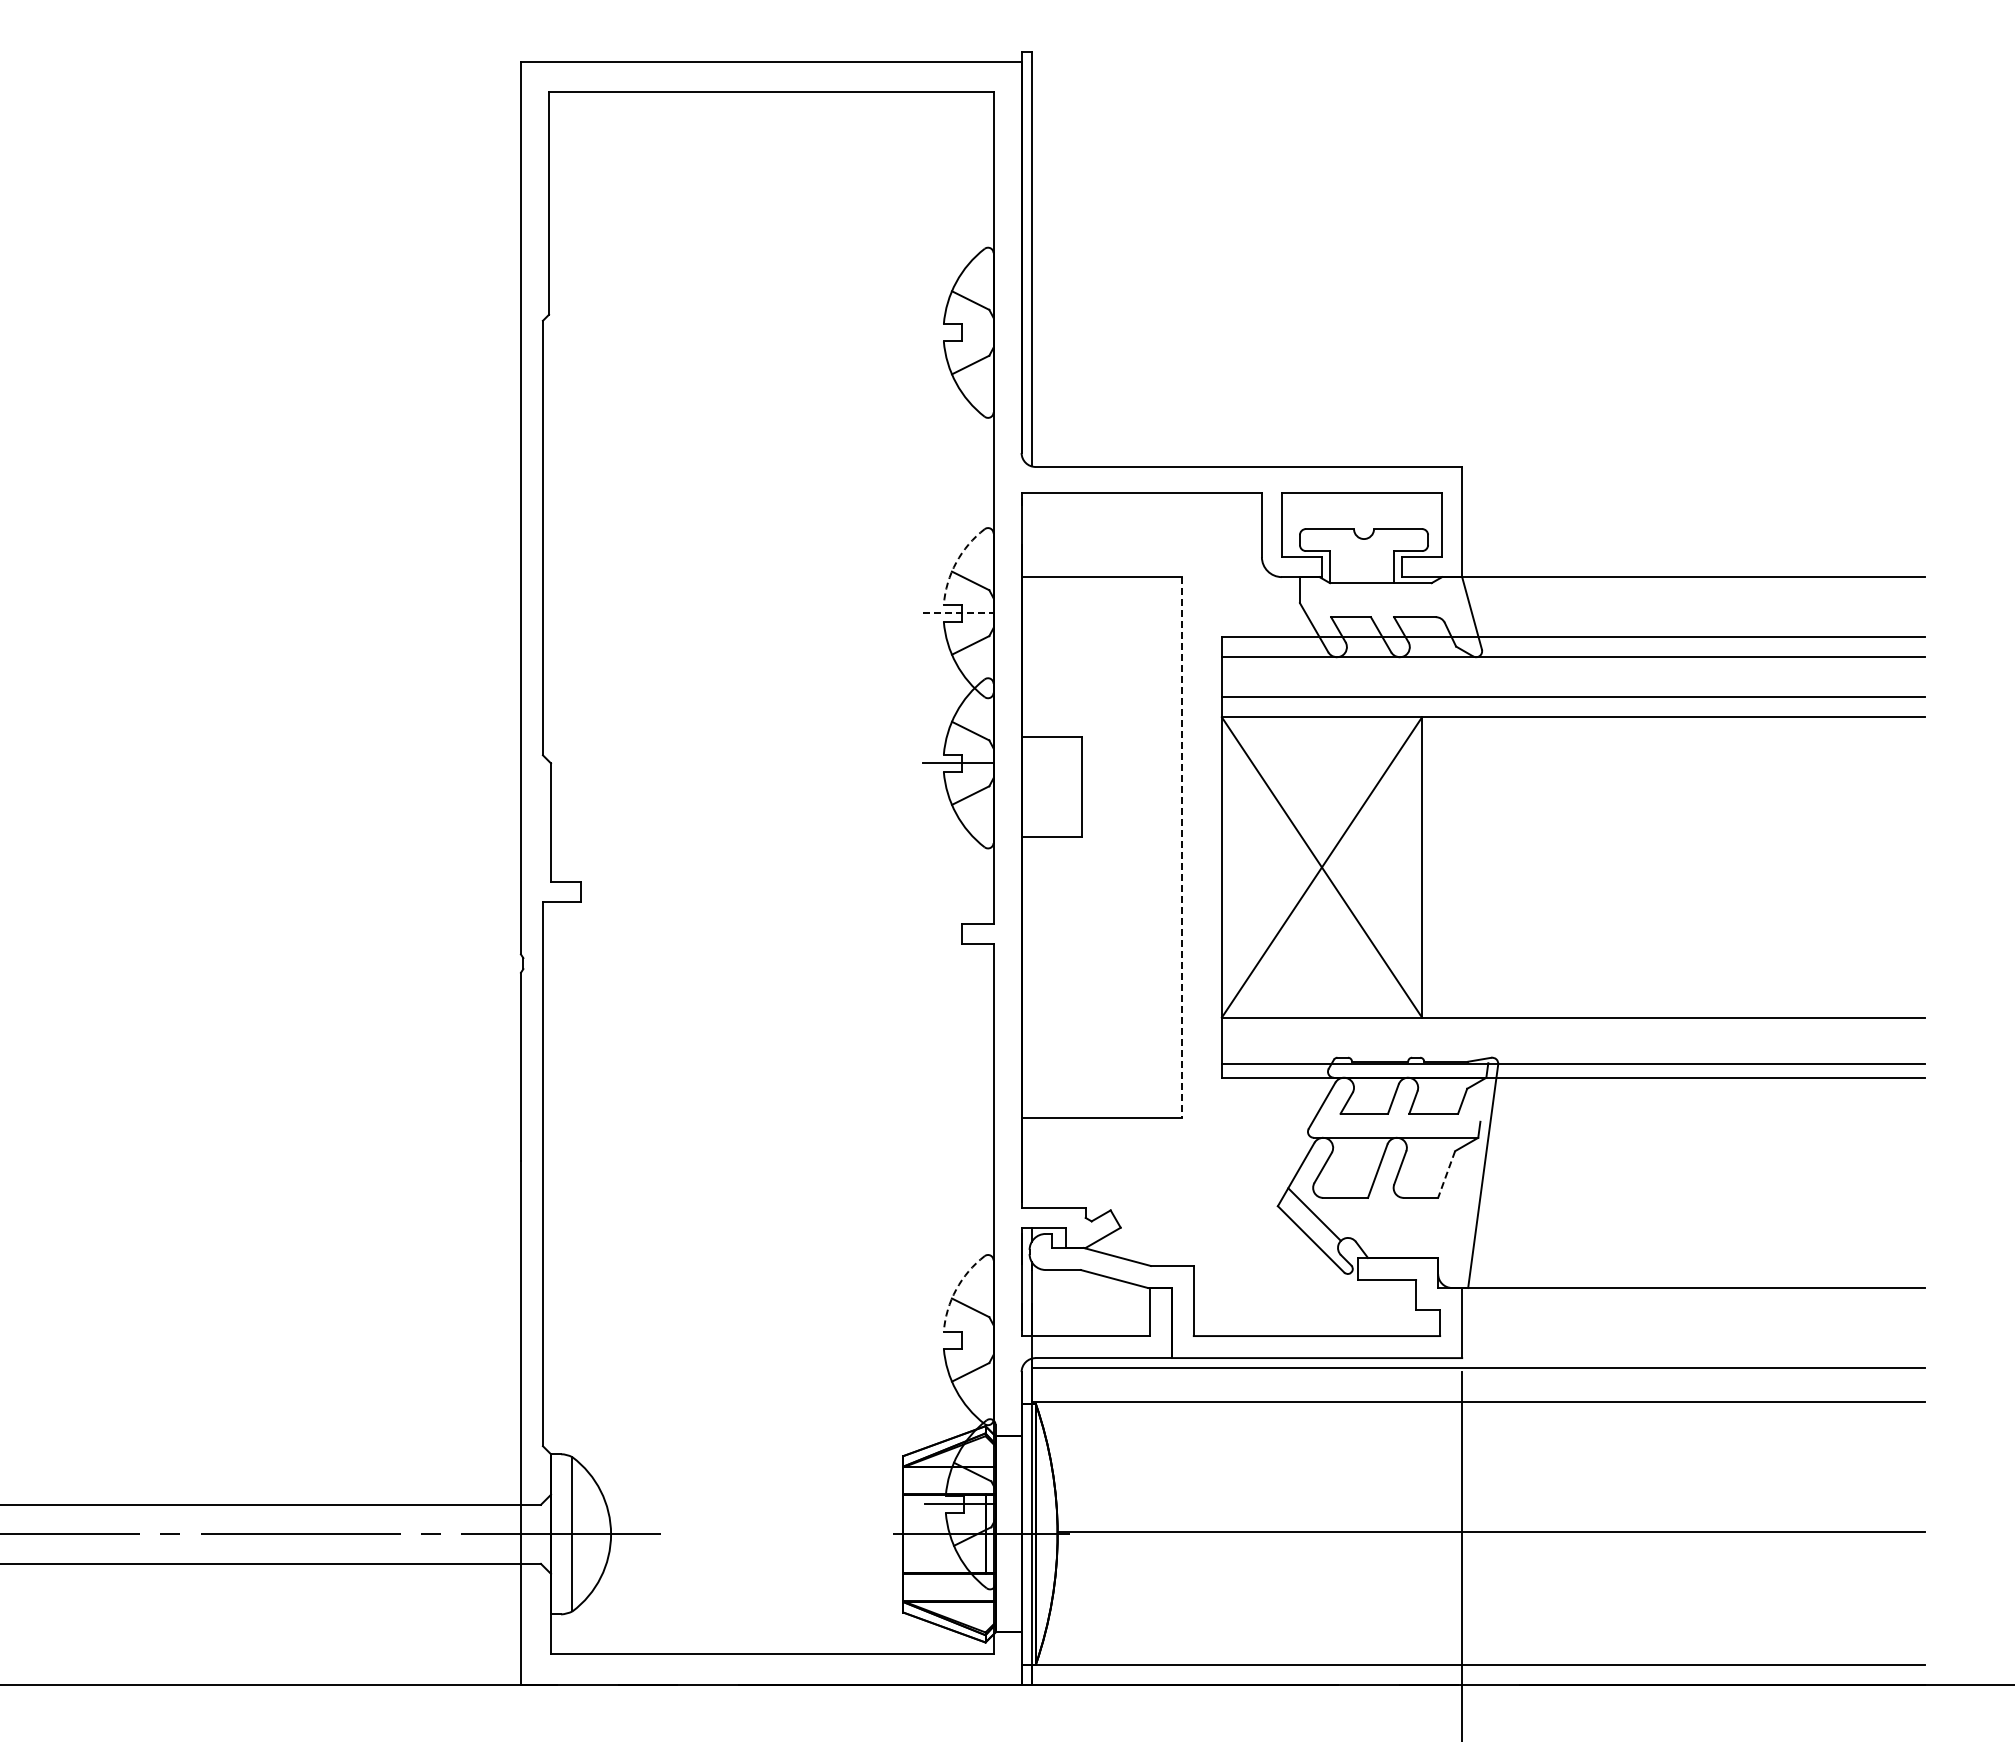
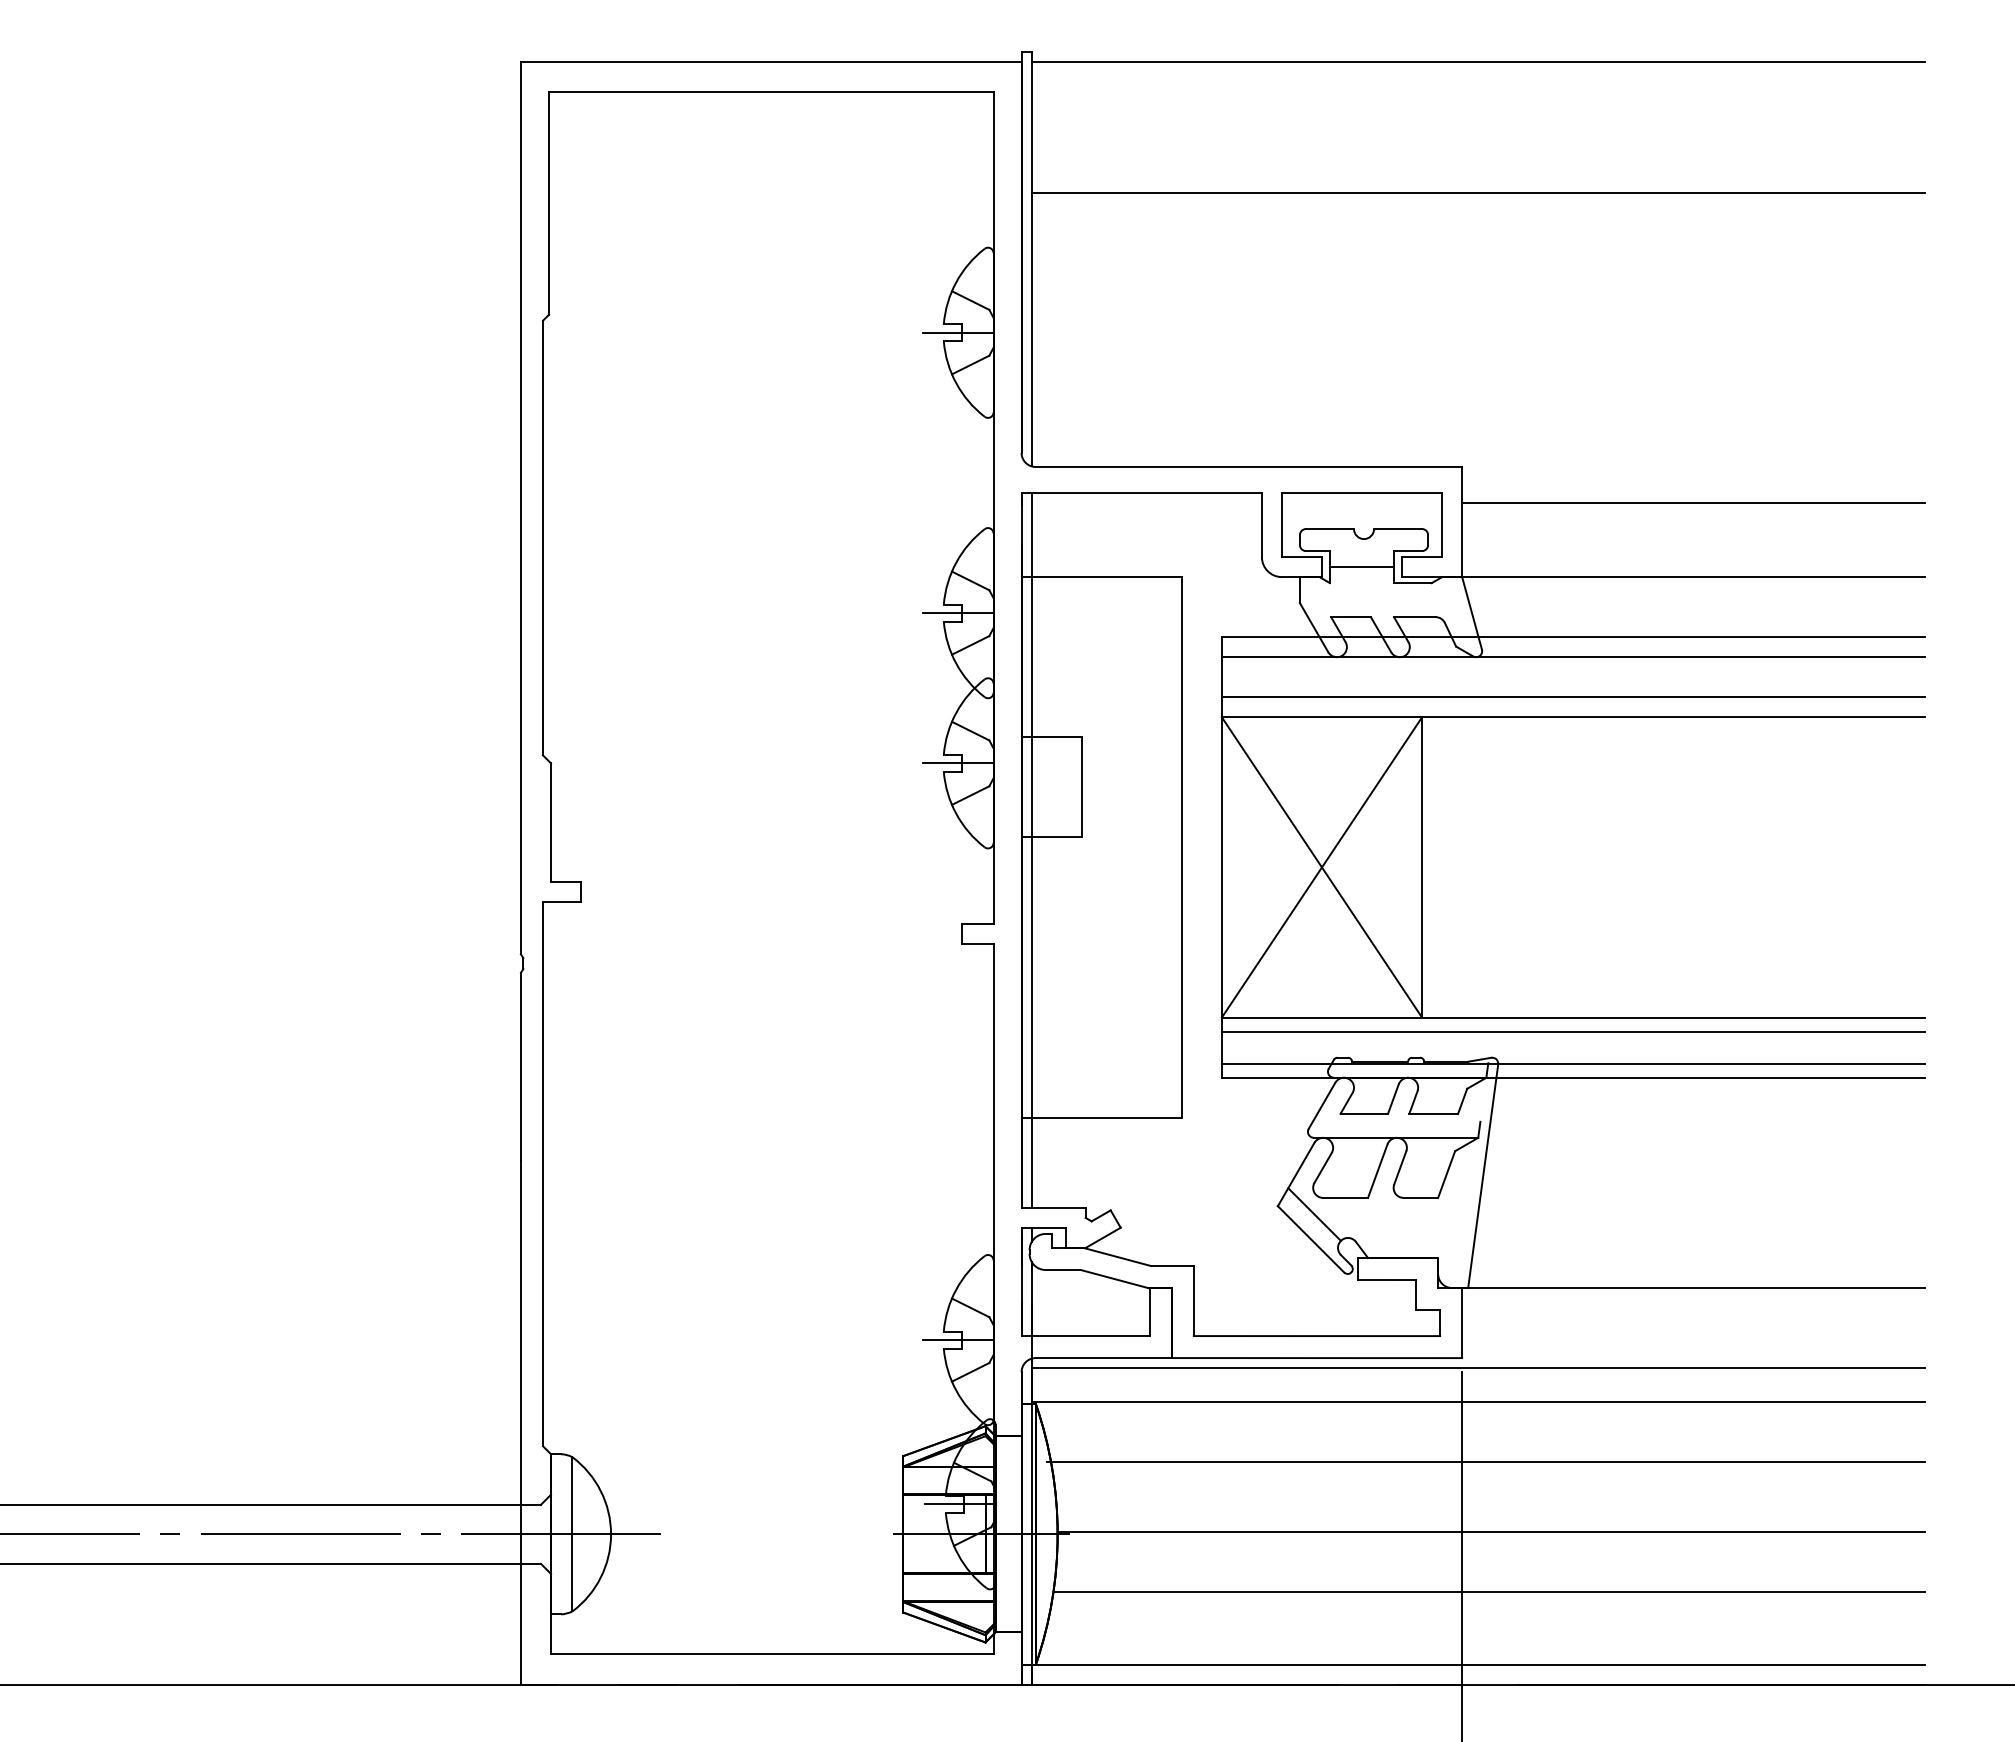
line at (1477, 62): none -> present
line at (1477, 192): none -> present
line at (958, 332): none -> present
line at (1693, 503): none -> present
arc at (956, 562): dashed -> solid
line at (1361, 583) position: (1361, 583) -> (1361, 567)
line at (959, 613): dashed -> solid
line at (1181, 847): dashed -> solid
line at (1031, 850): none -> present
line at (1572, 1031): none -> present
line at (1446, 1174): dashed -> solid
arc at (956, 1289): dashed -> solid
line at (958, 1340): none -> present
line at (1485, 1462): none -> present
line at (1489, 1592): none -> present
